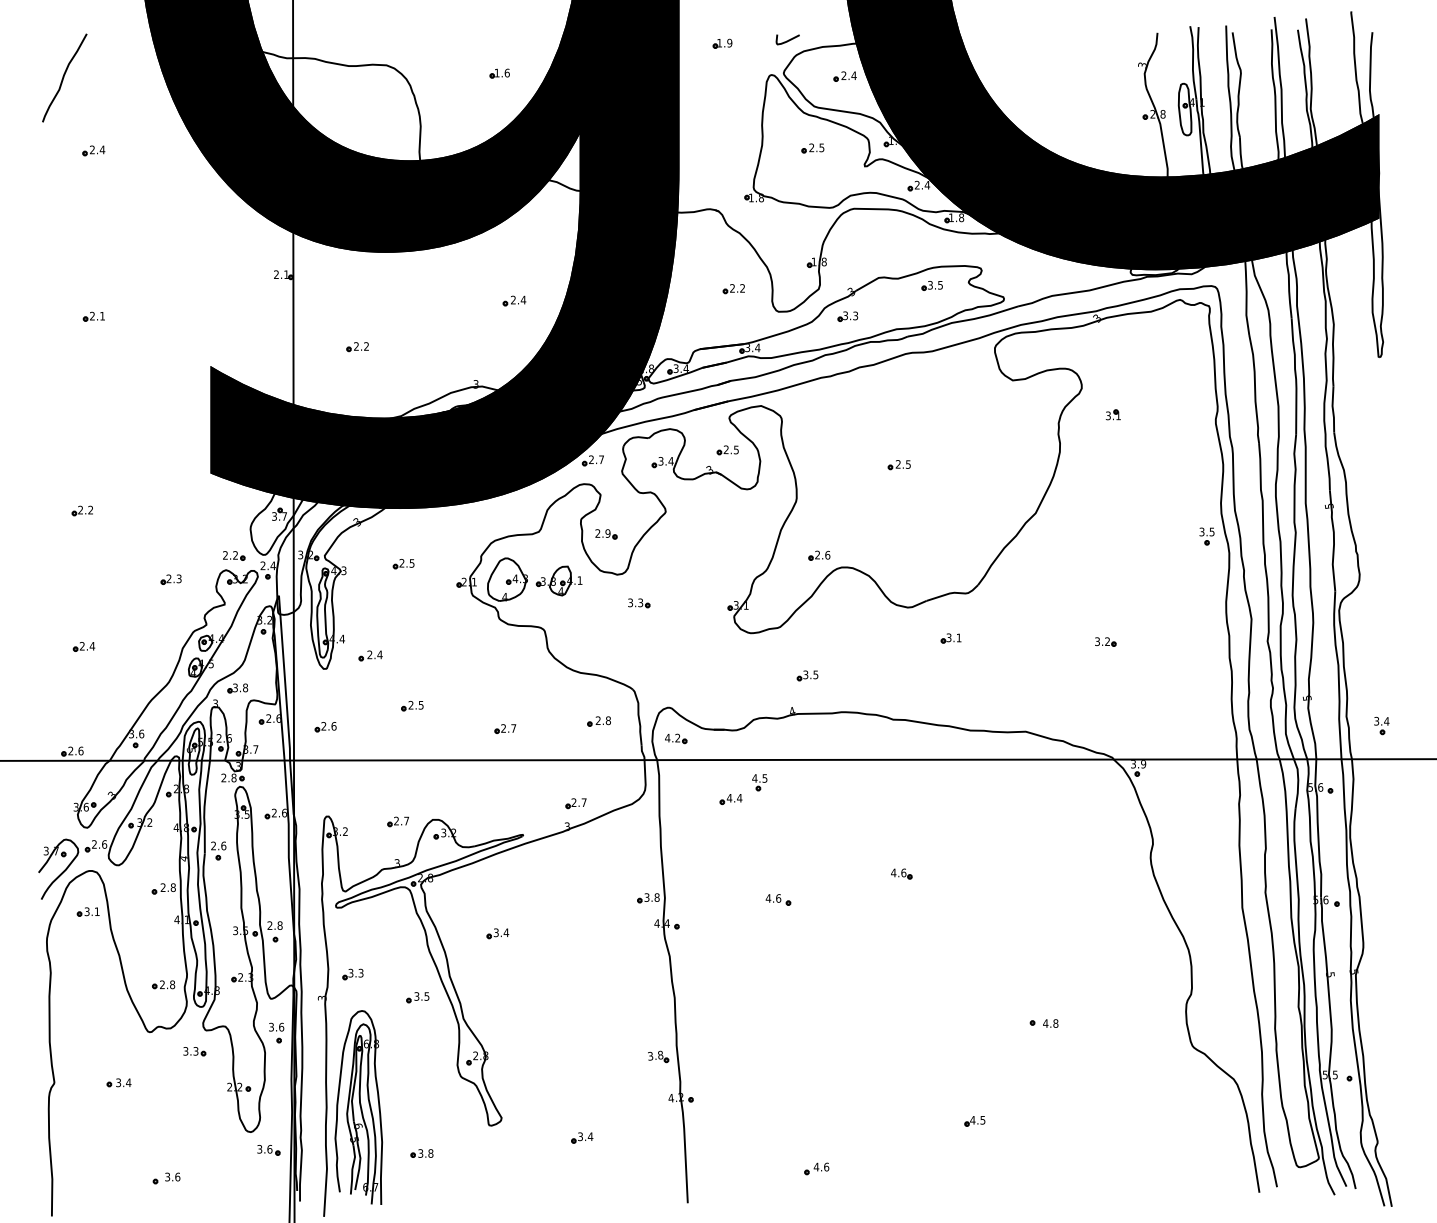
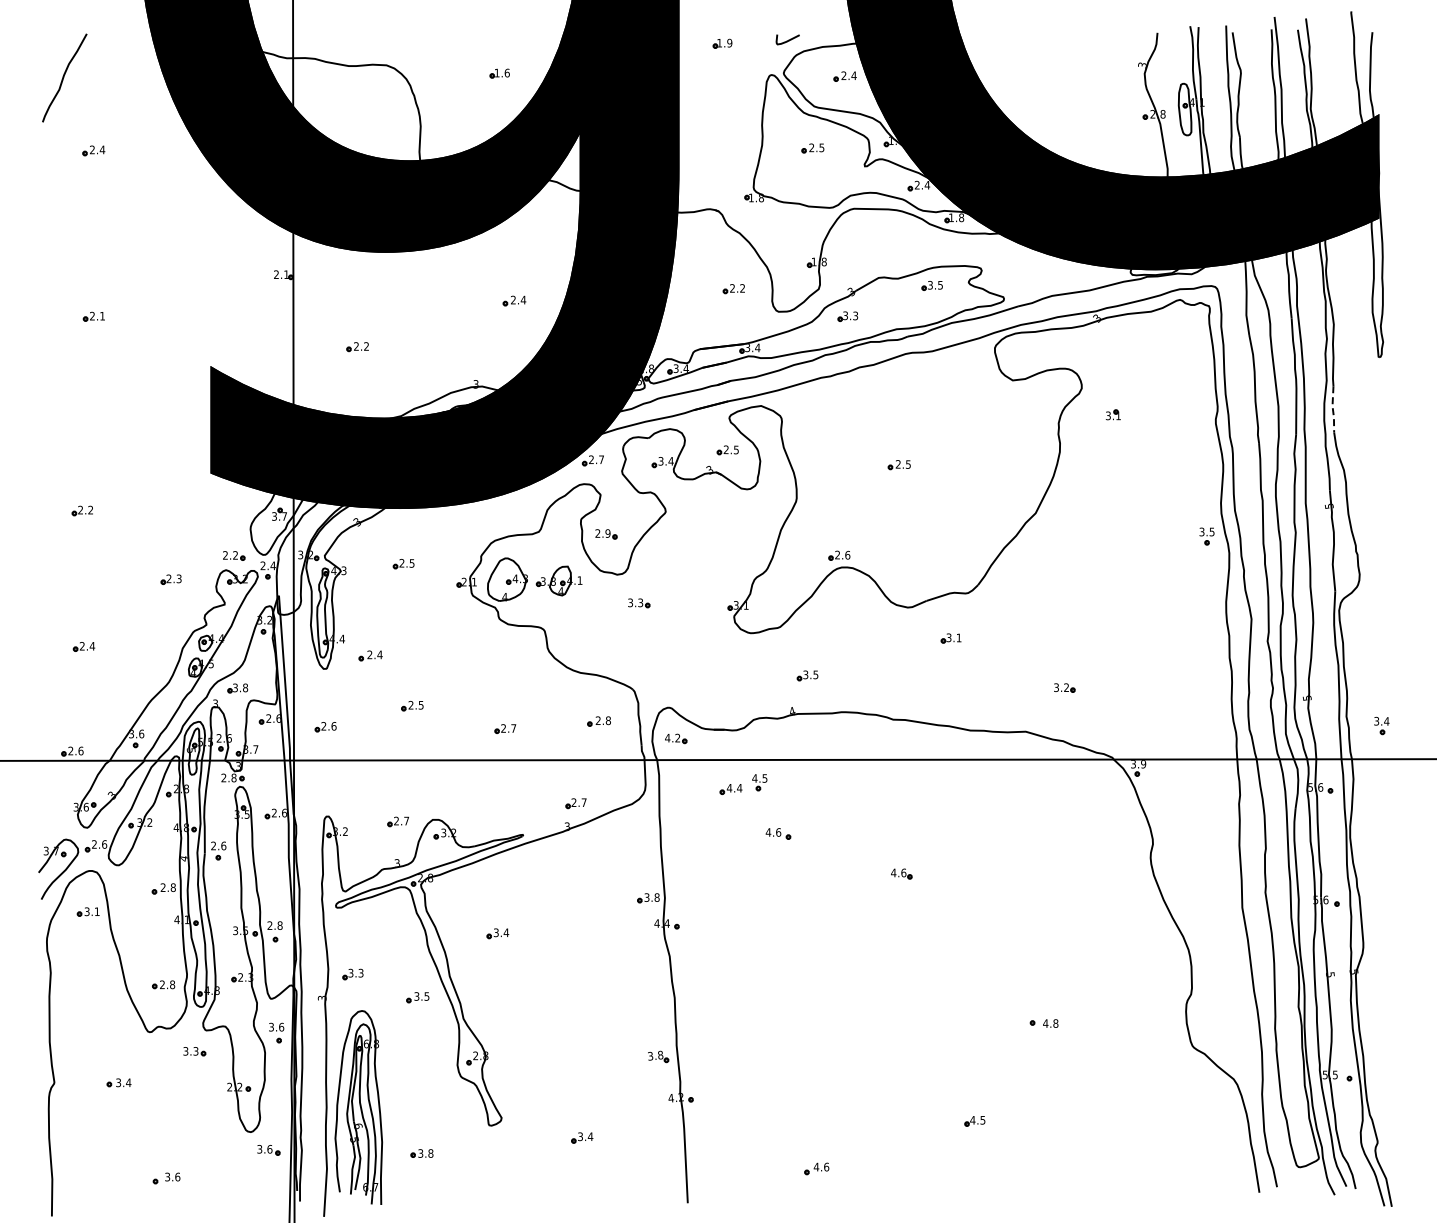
line at (1333, 409): solid -> dashed
part at (819, 555) position: (819, 555) -> (839, 555)
part at (1105, 641) position: (1105, 641) -> (1064, 687)
part at (730, 799) position: (730, 799) -> (730, 789)
part at (778, 899) position: (778, 899) -> (778, 833)
